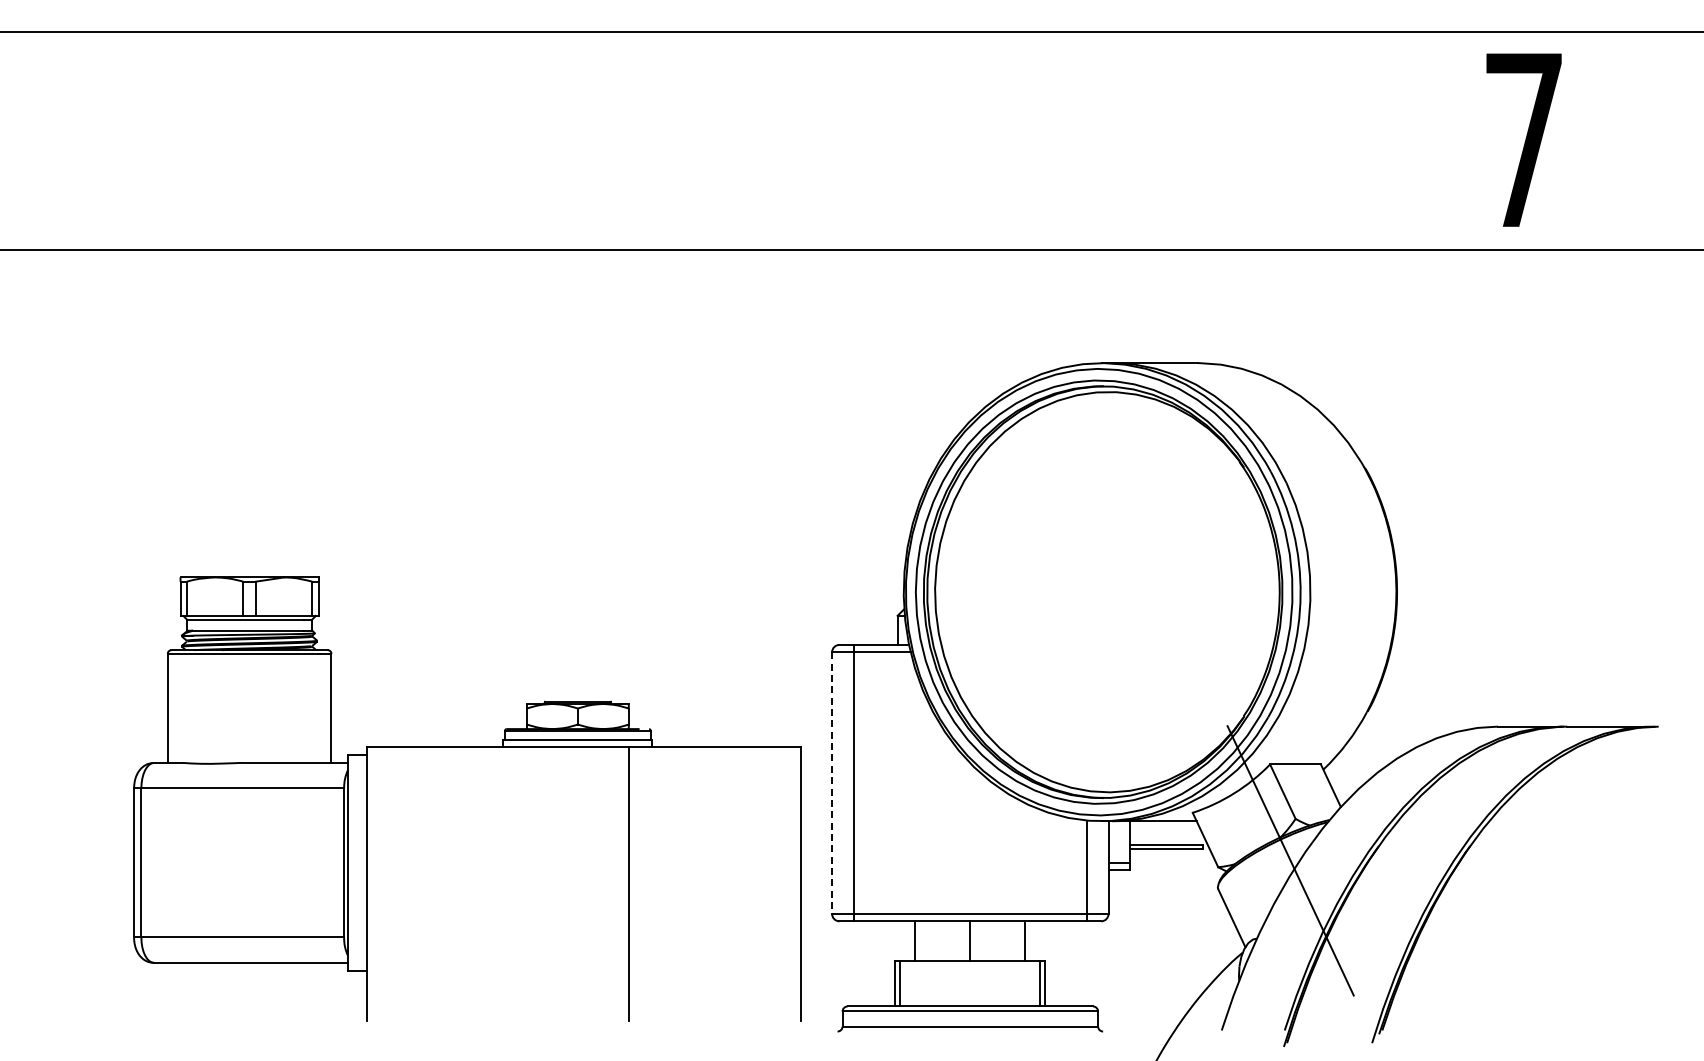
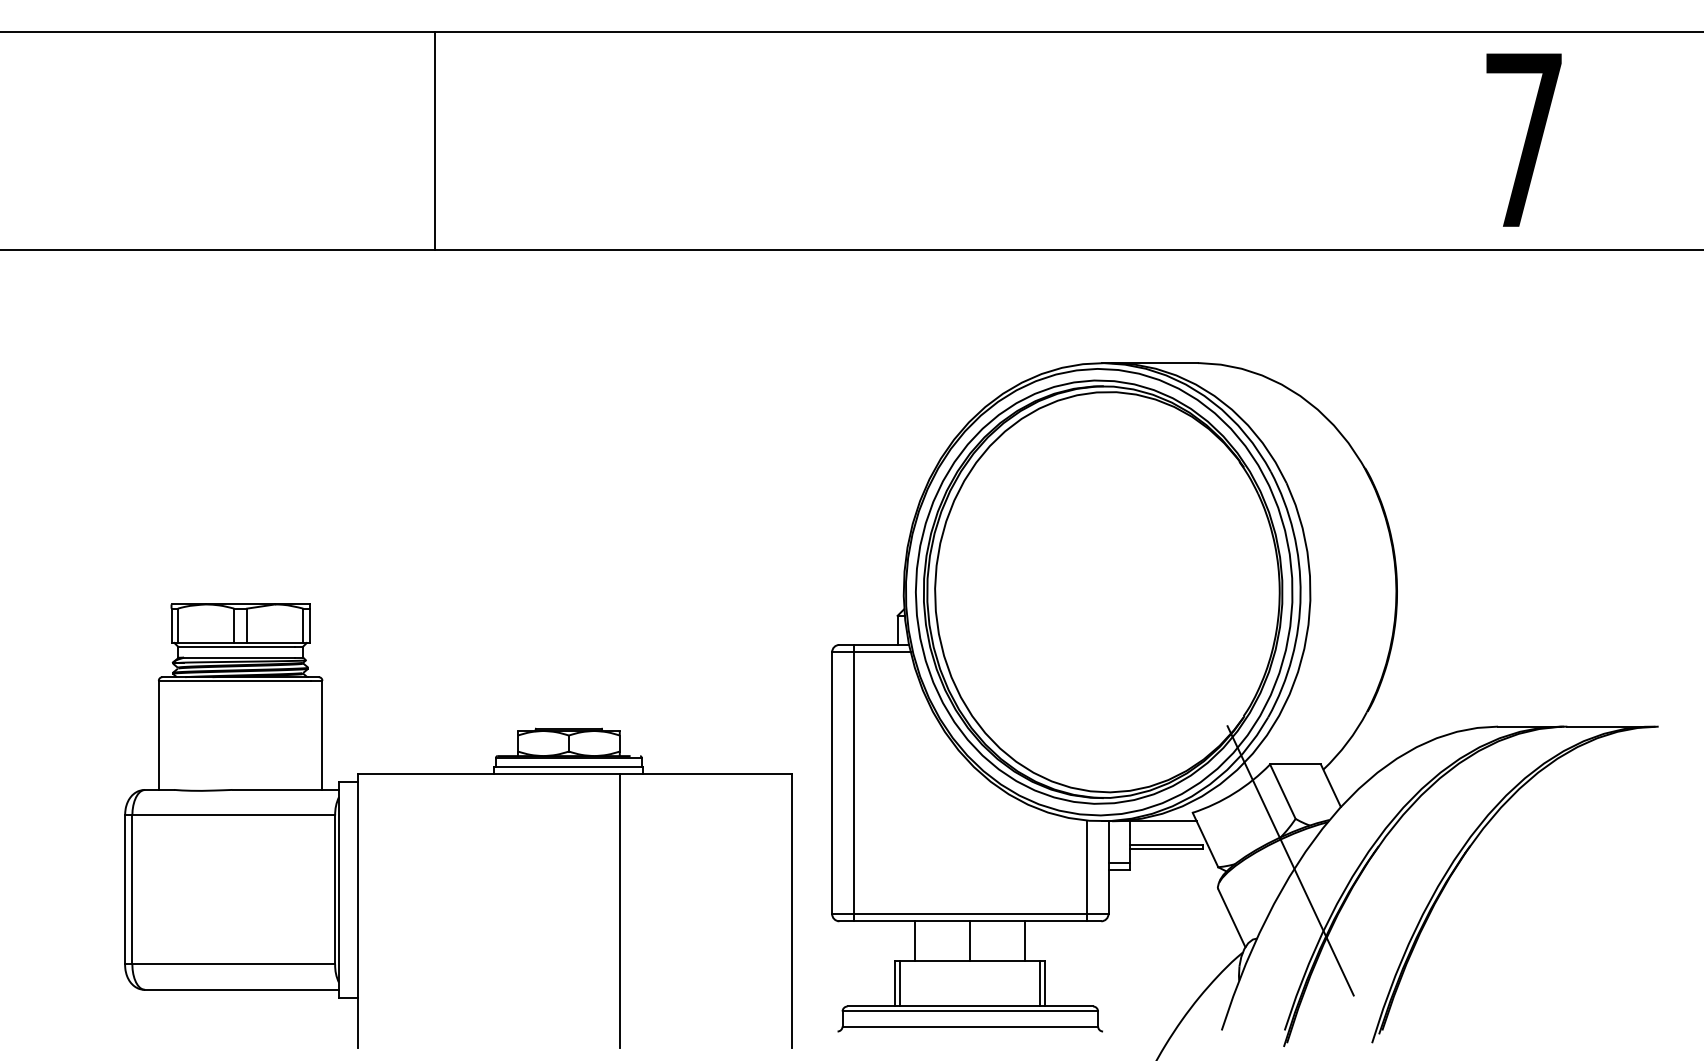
line at (435, 140): none -> present
part at (467, 747) position: (467, 747) -> (458, 774)
line at (832, 783): dashed -> solid
